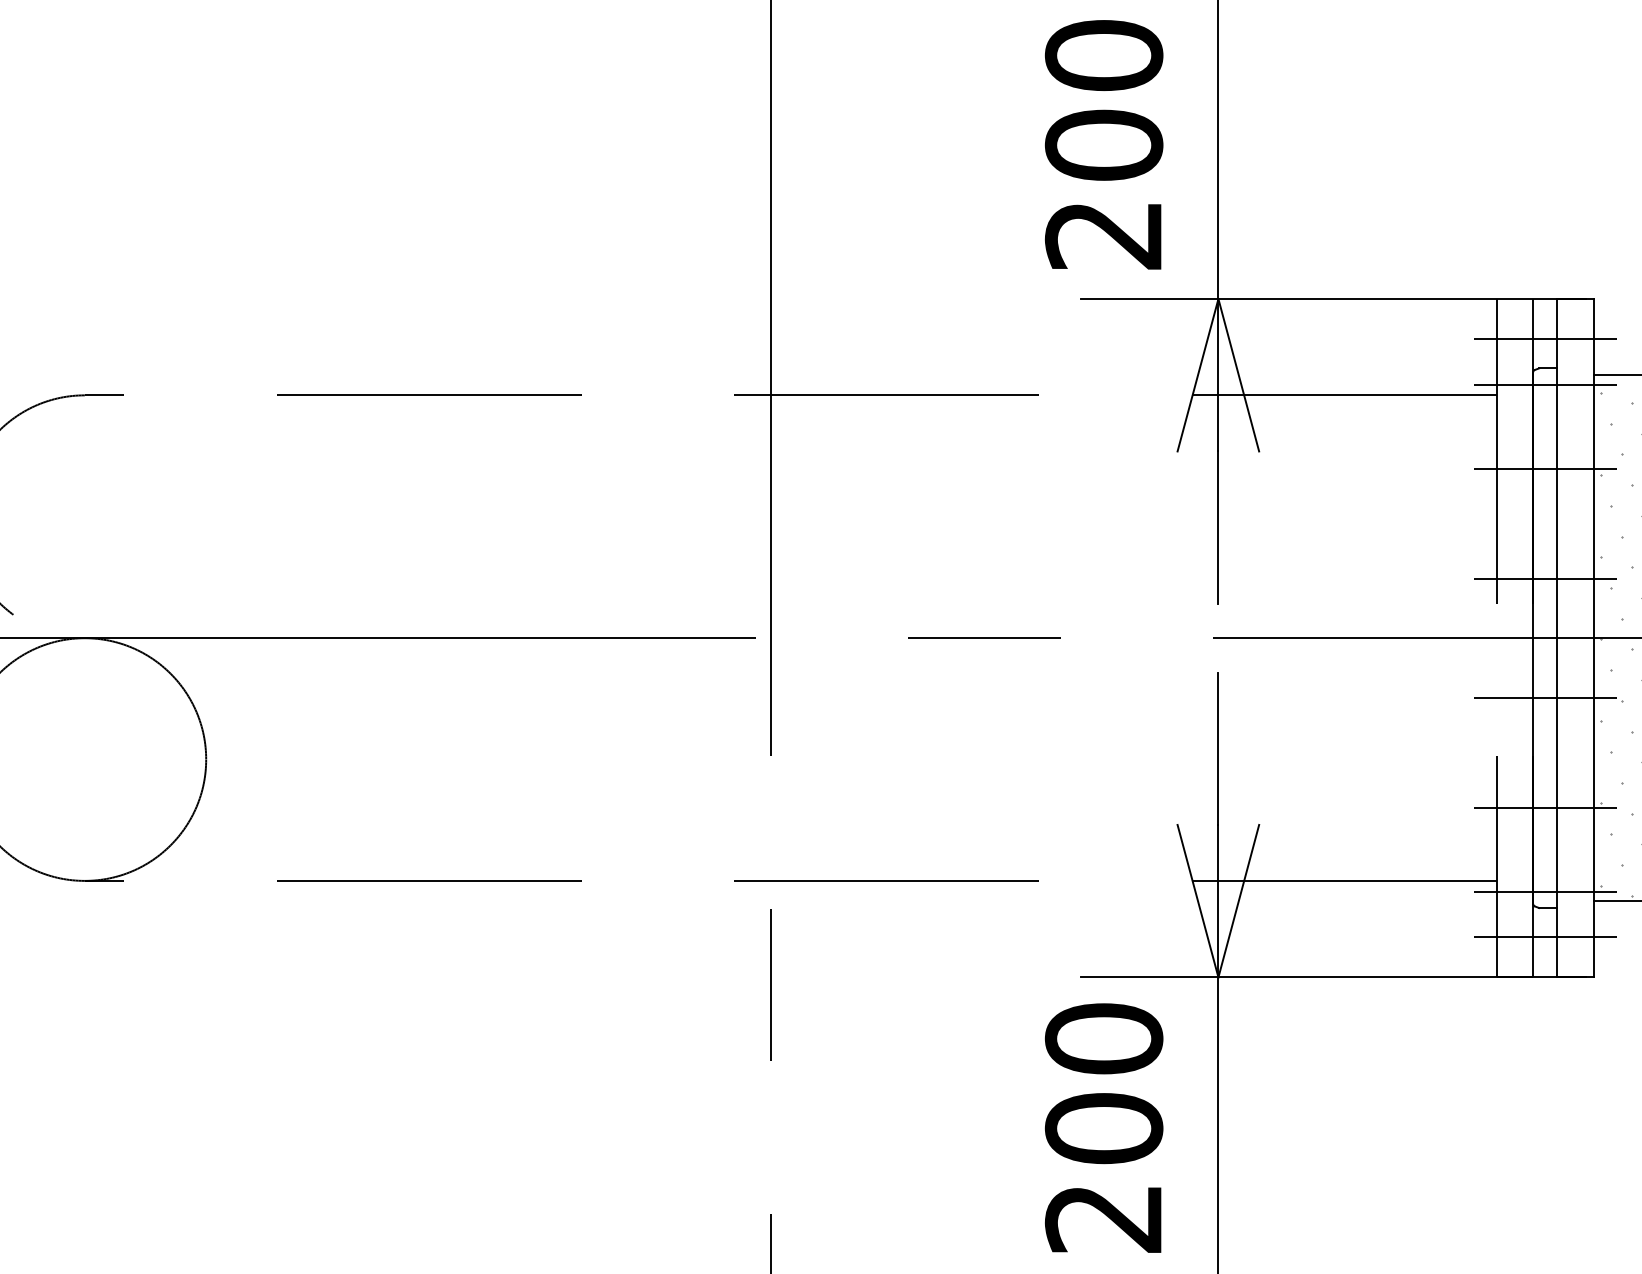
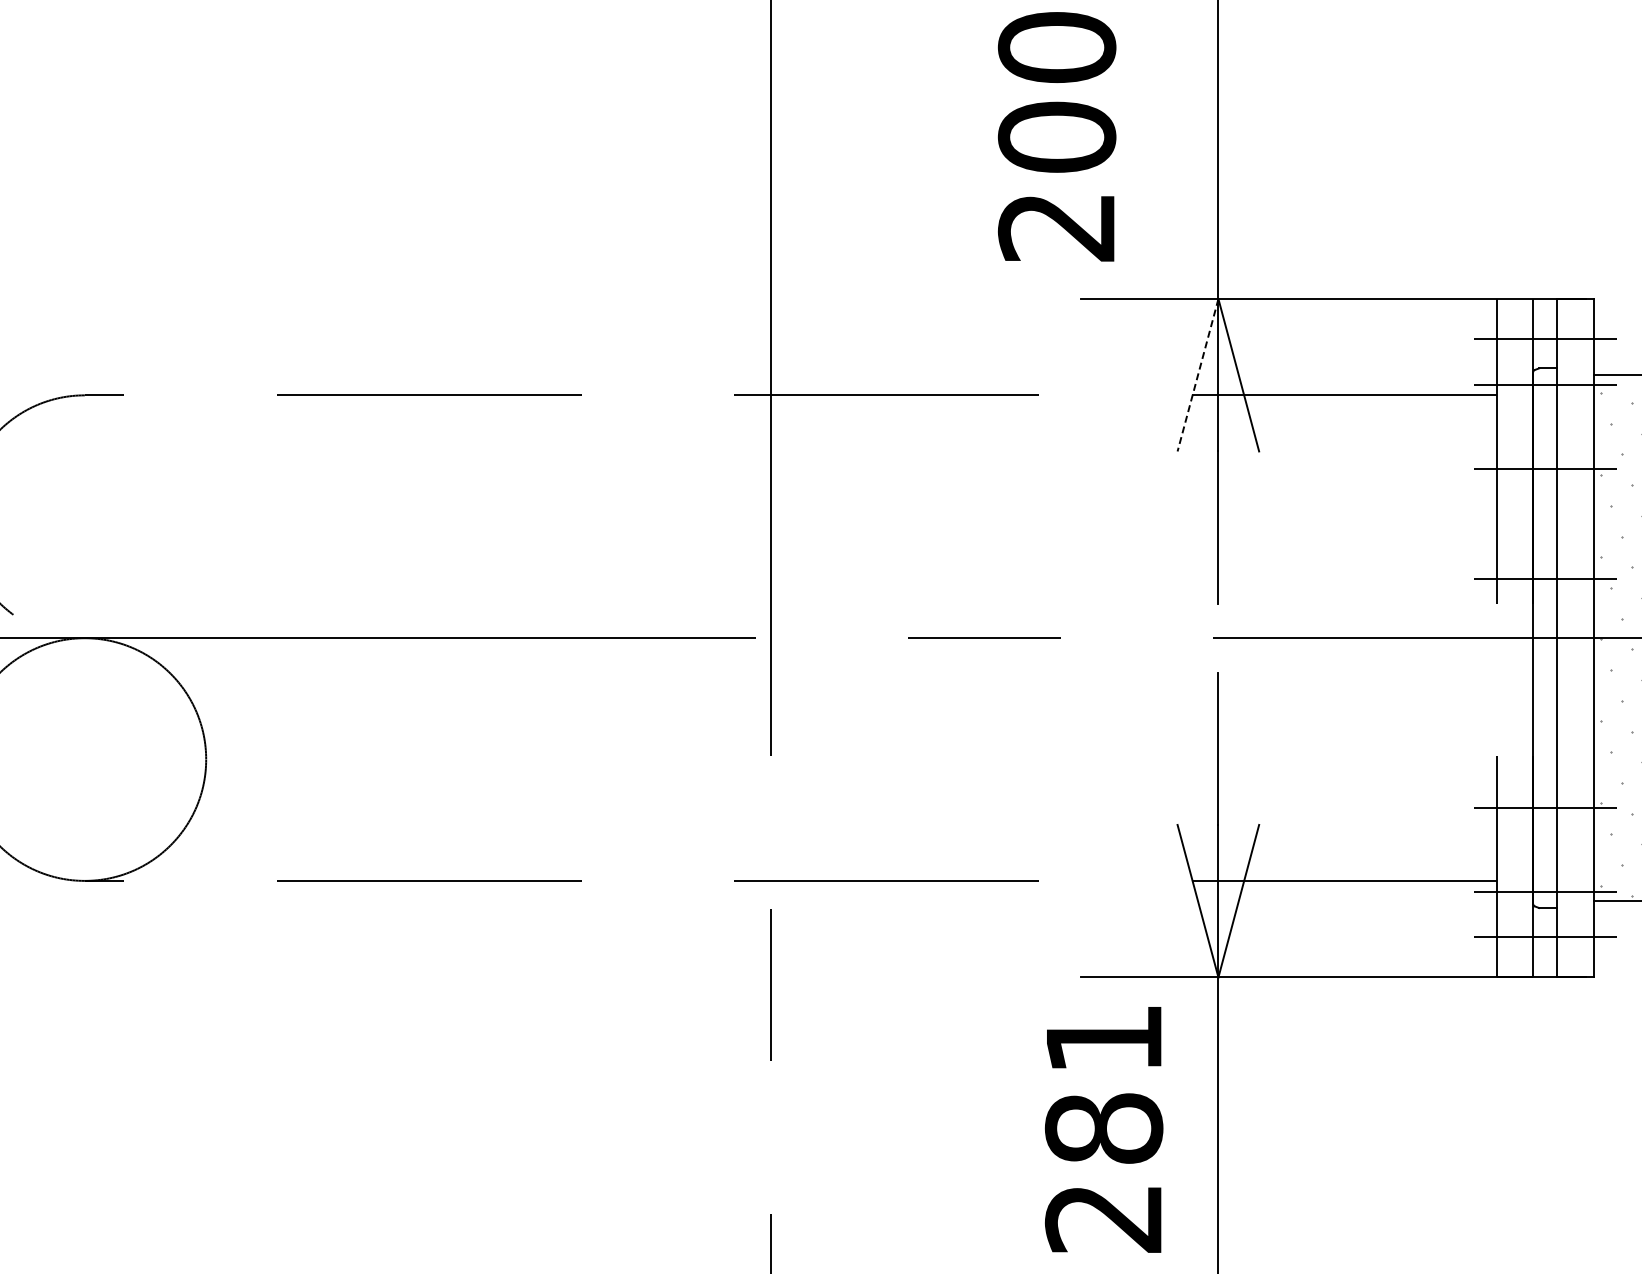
text at (1104, 144) position: (1104, 144) -> (1057, 136)
line at (1198, 375): solid -> dashed
line at (1544, 697): present -> none
text at (1103, 1083): 200 -> 281
